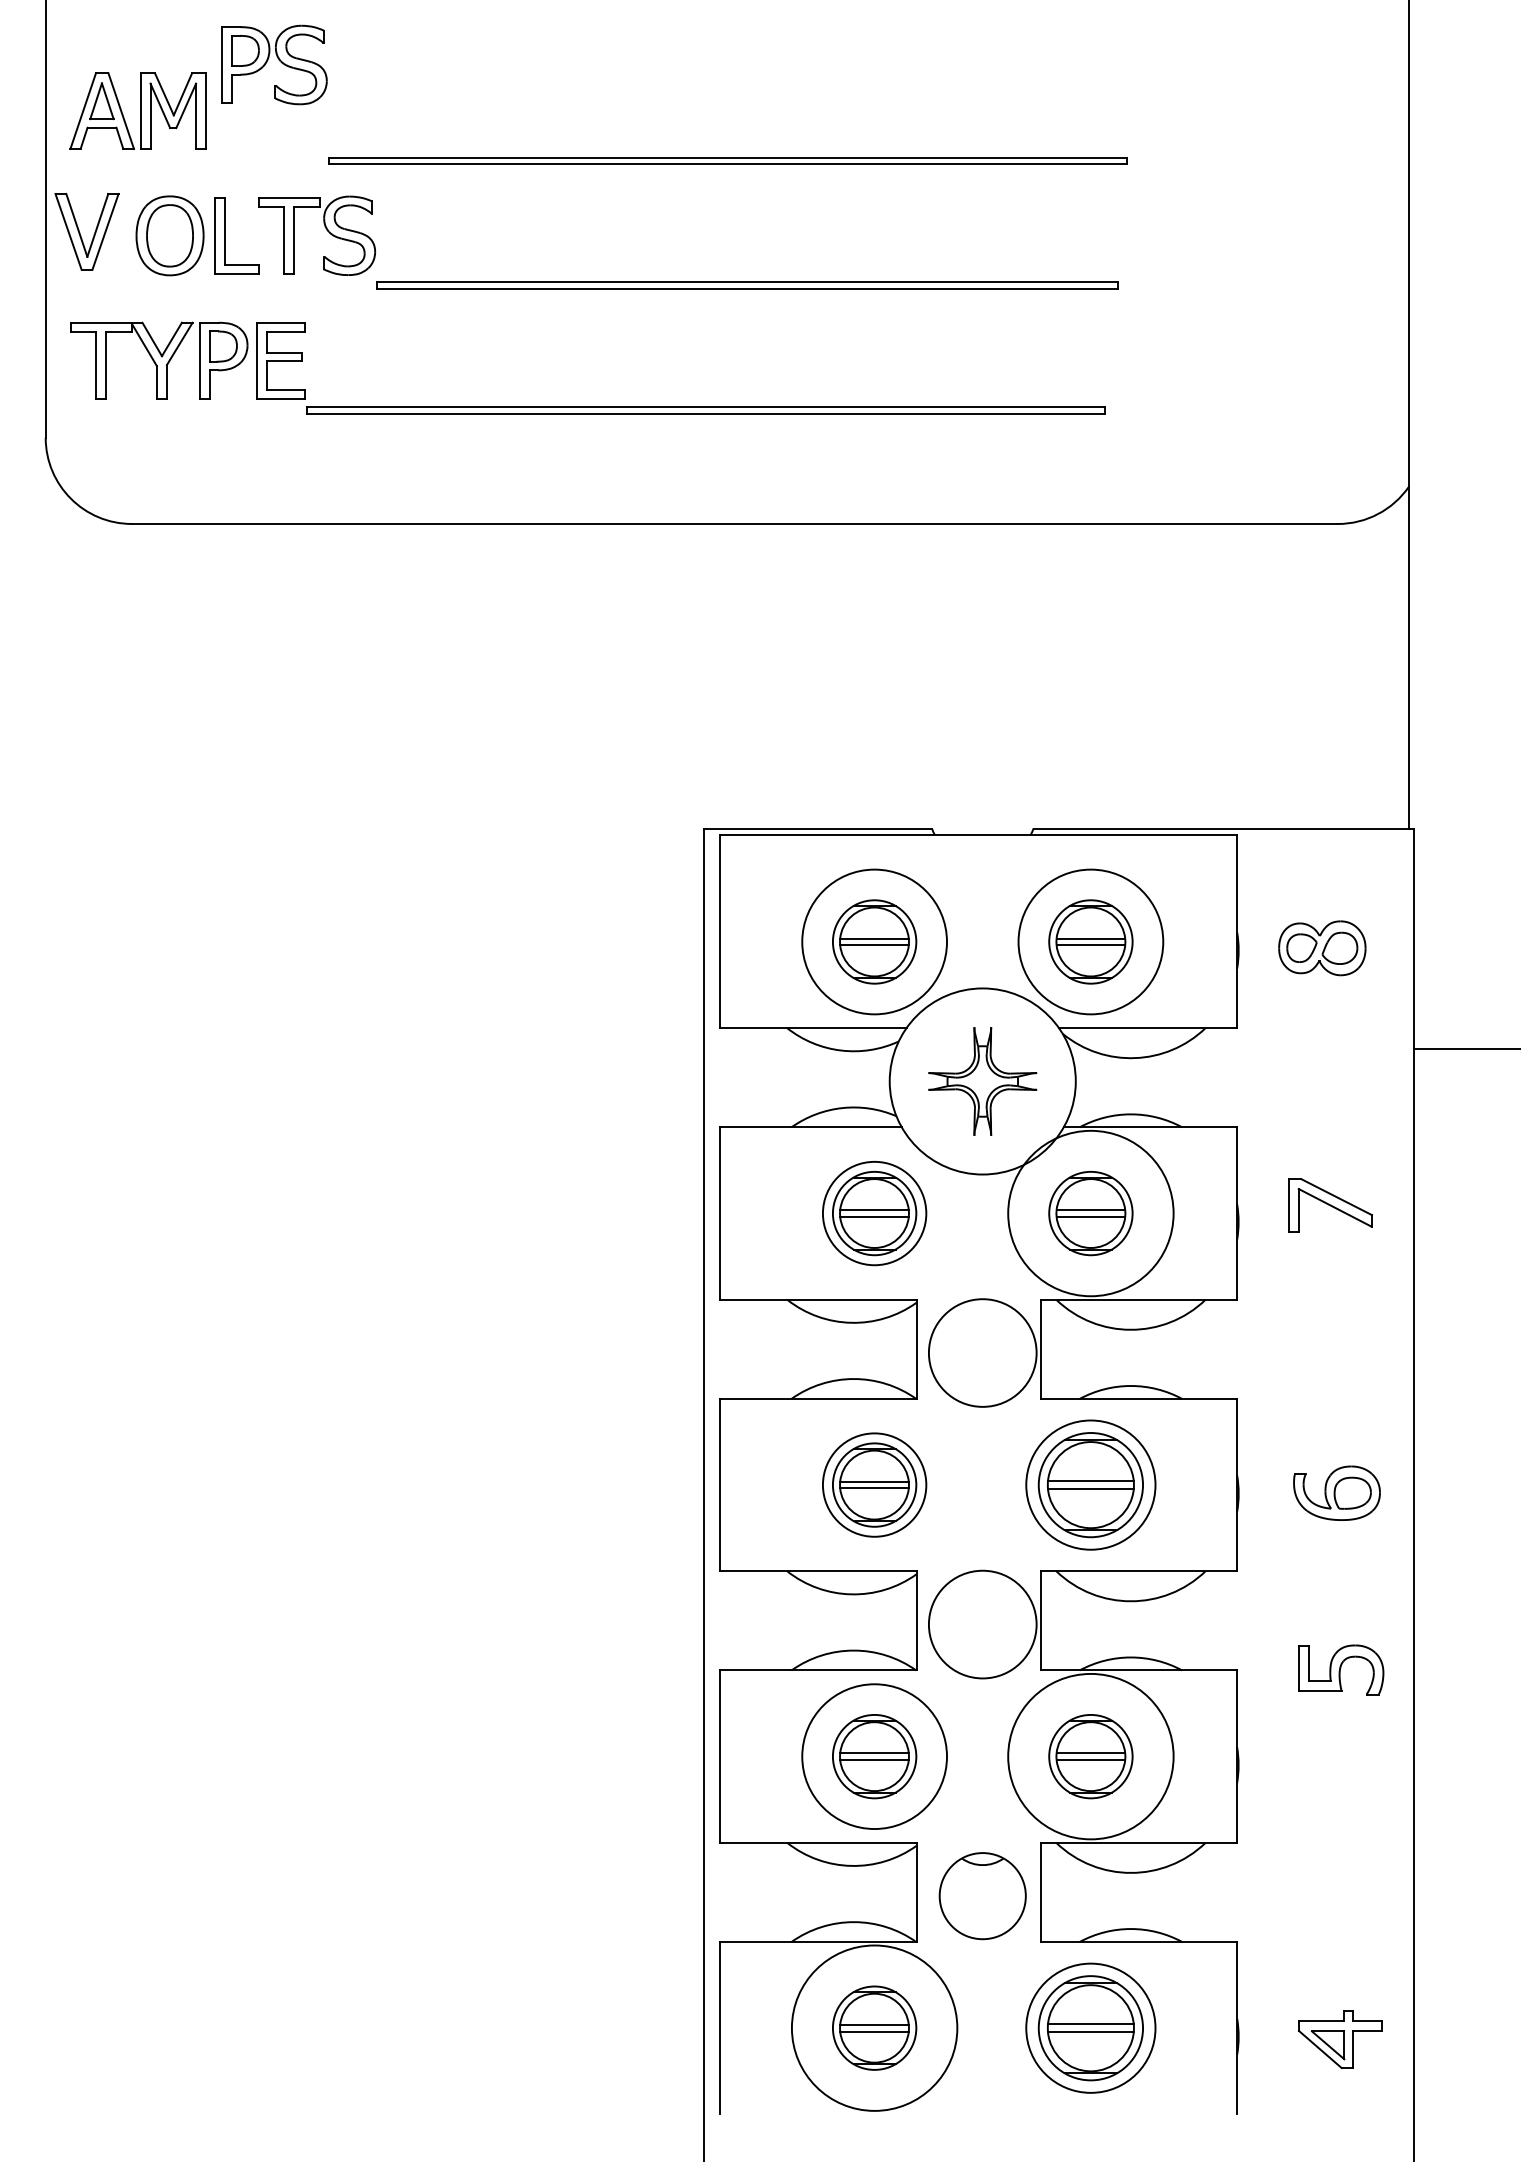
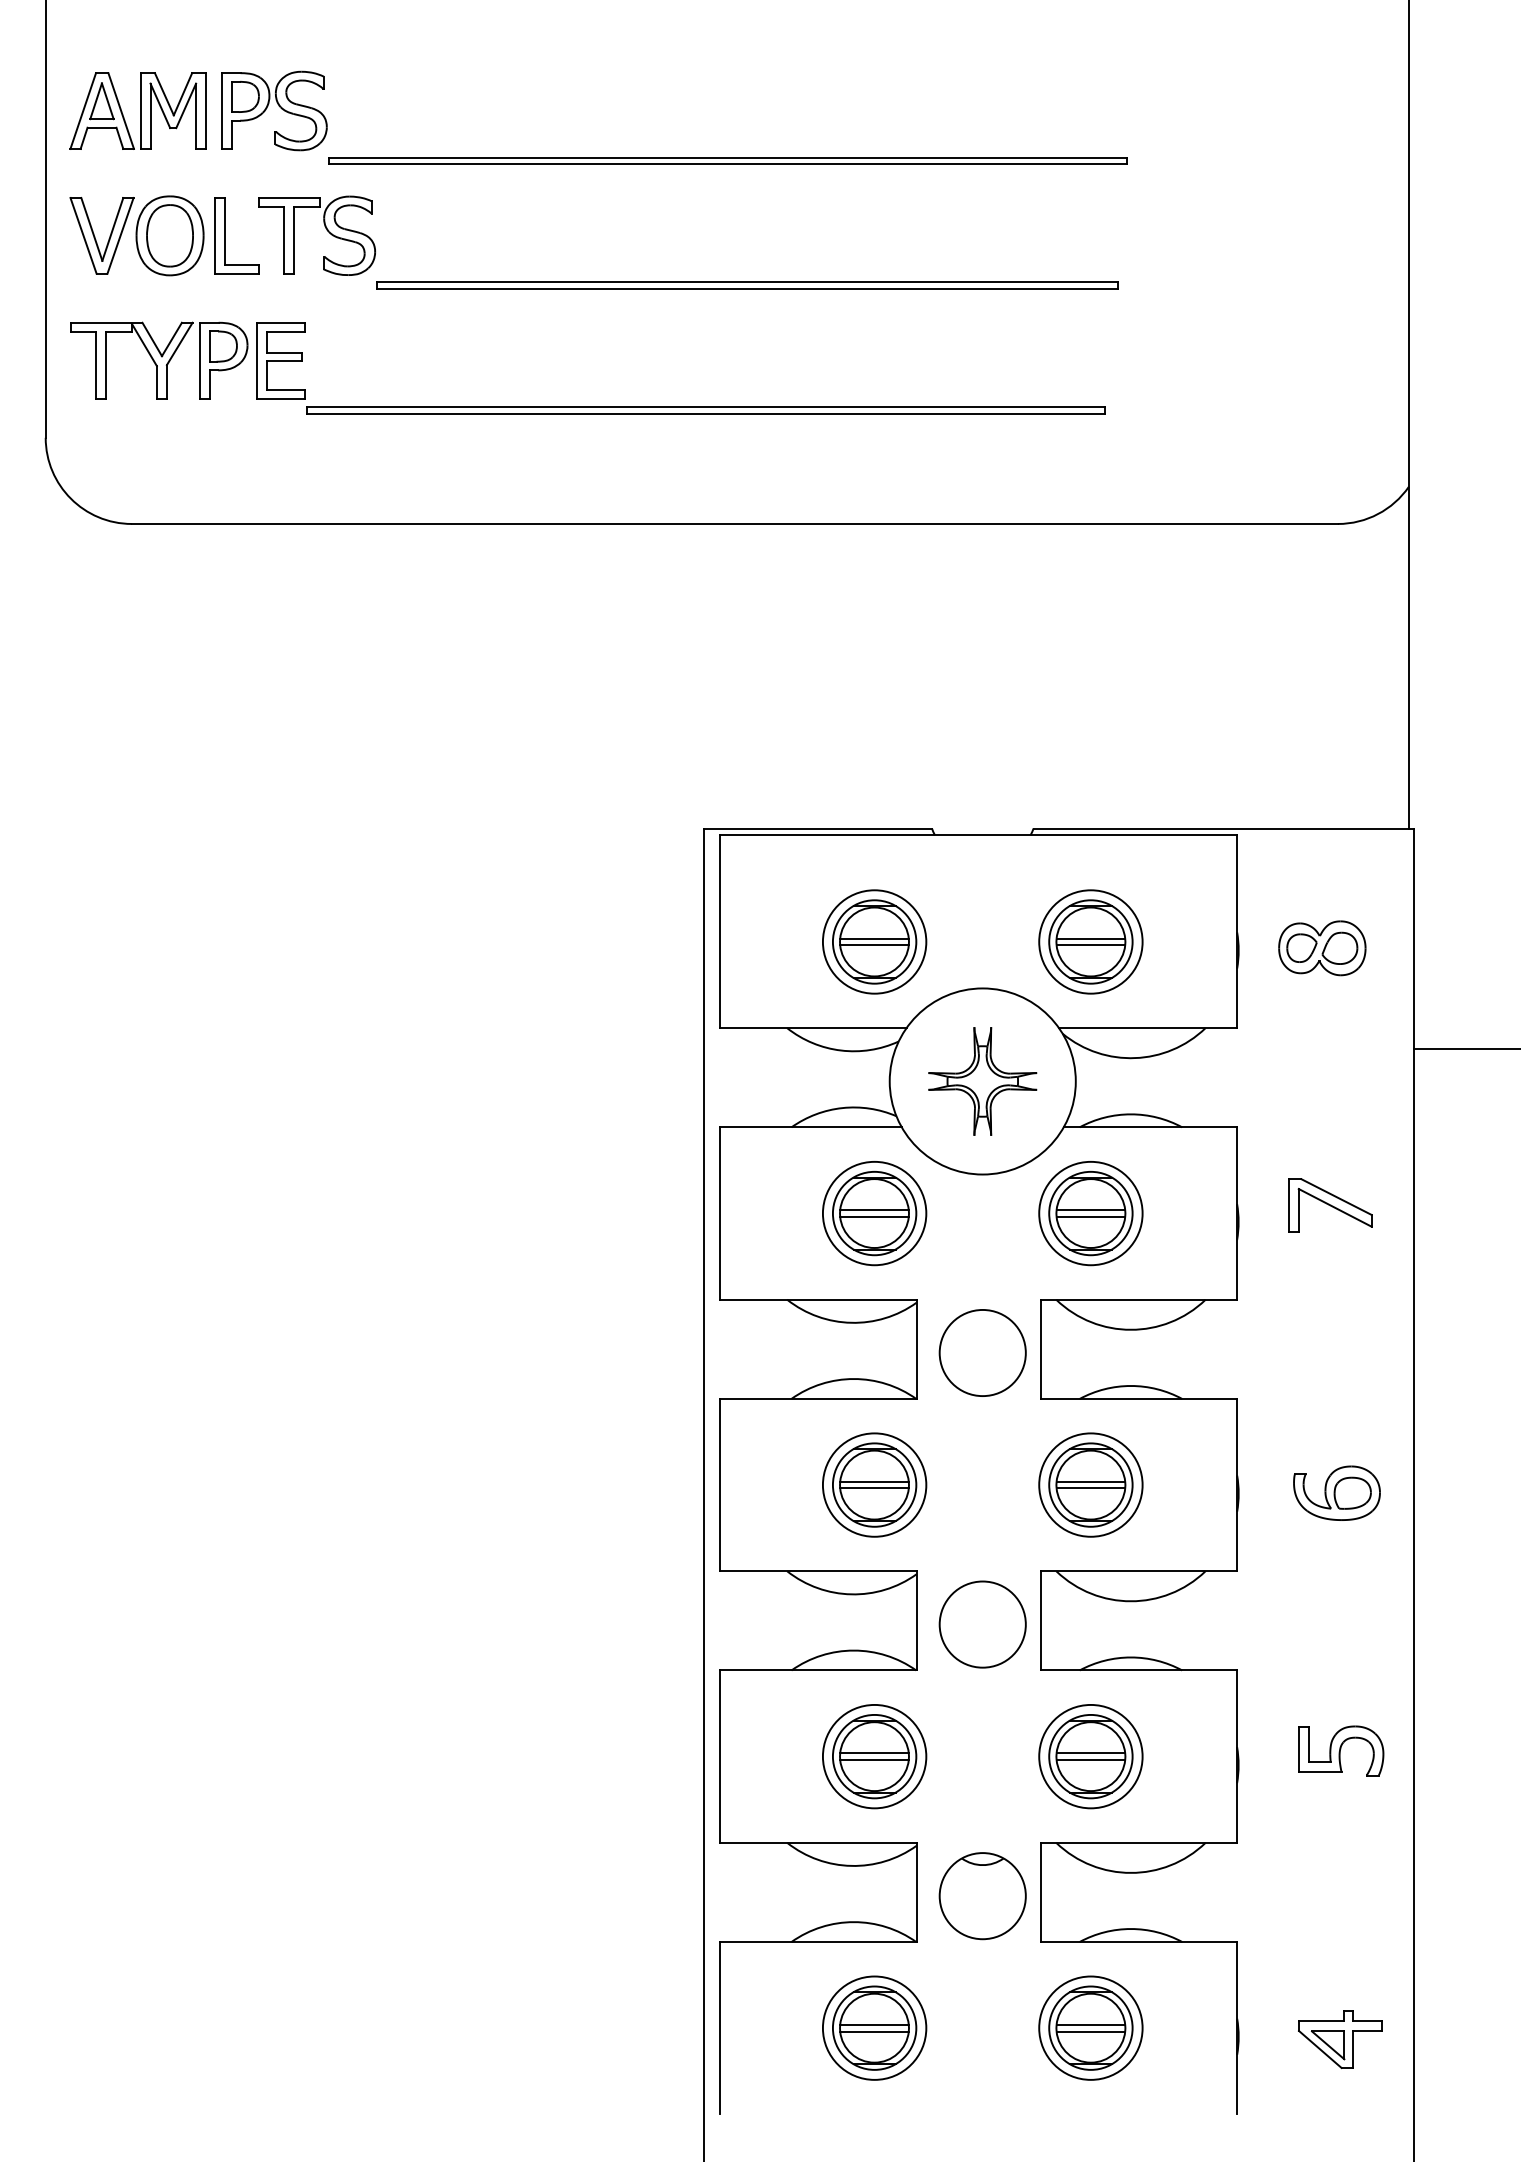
part at (274, 64) position: (274, 64) -> (274, 110)
part at (80, 232) position: (80, 232) -> (95, 236)
circle at (874, 941) diameter: 145 px -> 103 px
circle at (1090, 941) diameter: 145 px -> 103 px
circle at (1090, 1213) diameter: 165 px -> 103 px
circle at (982, 1352) diameter: 108 px -> 86 px
part at (1090, 1484) size: 132x132 px -> 106x106 px
circle at (982, 1624) diameter: 108 px -> 86 px
part at (1341, 1669) position: (1341, 1669) -> (1341, 1750)
circle at (874, 1756) diameter: 145 px -> 103 px
circle at (1090, 1756) diameter: 165 px -> 103 px
circle at (874, 2027) diameter: 165 px -> 103 px
part at (1090, 2027) size: 132x132 px -> 106x106 px
